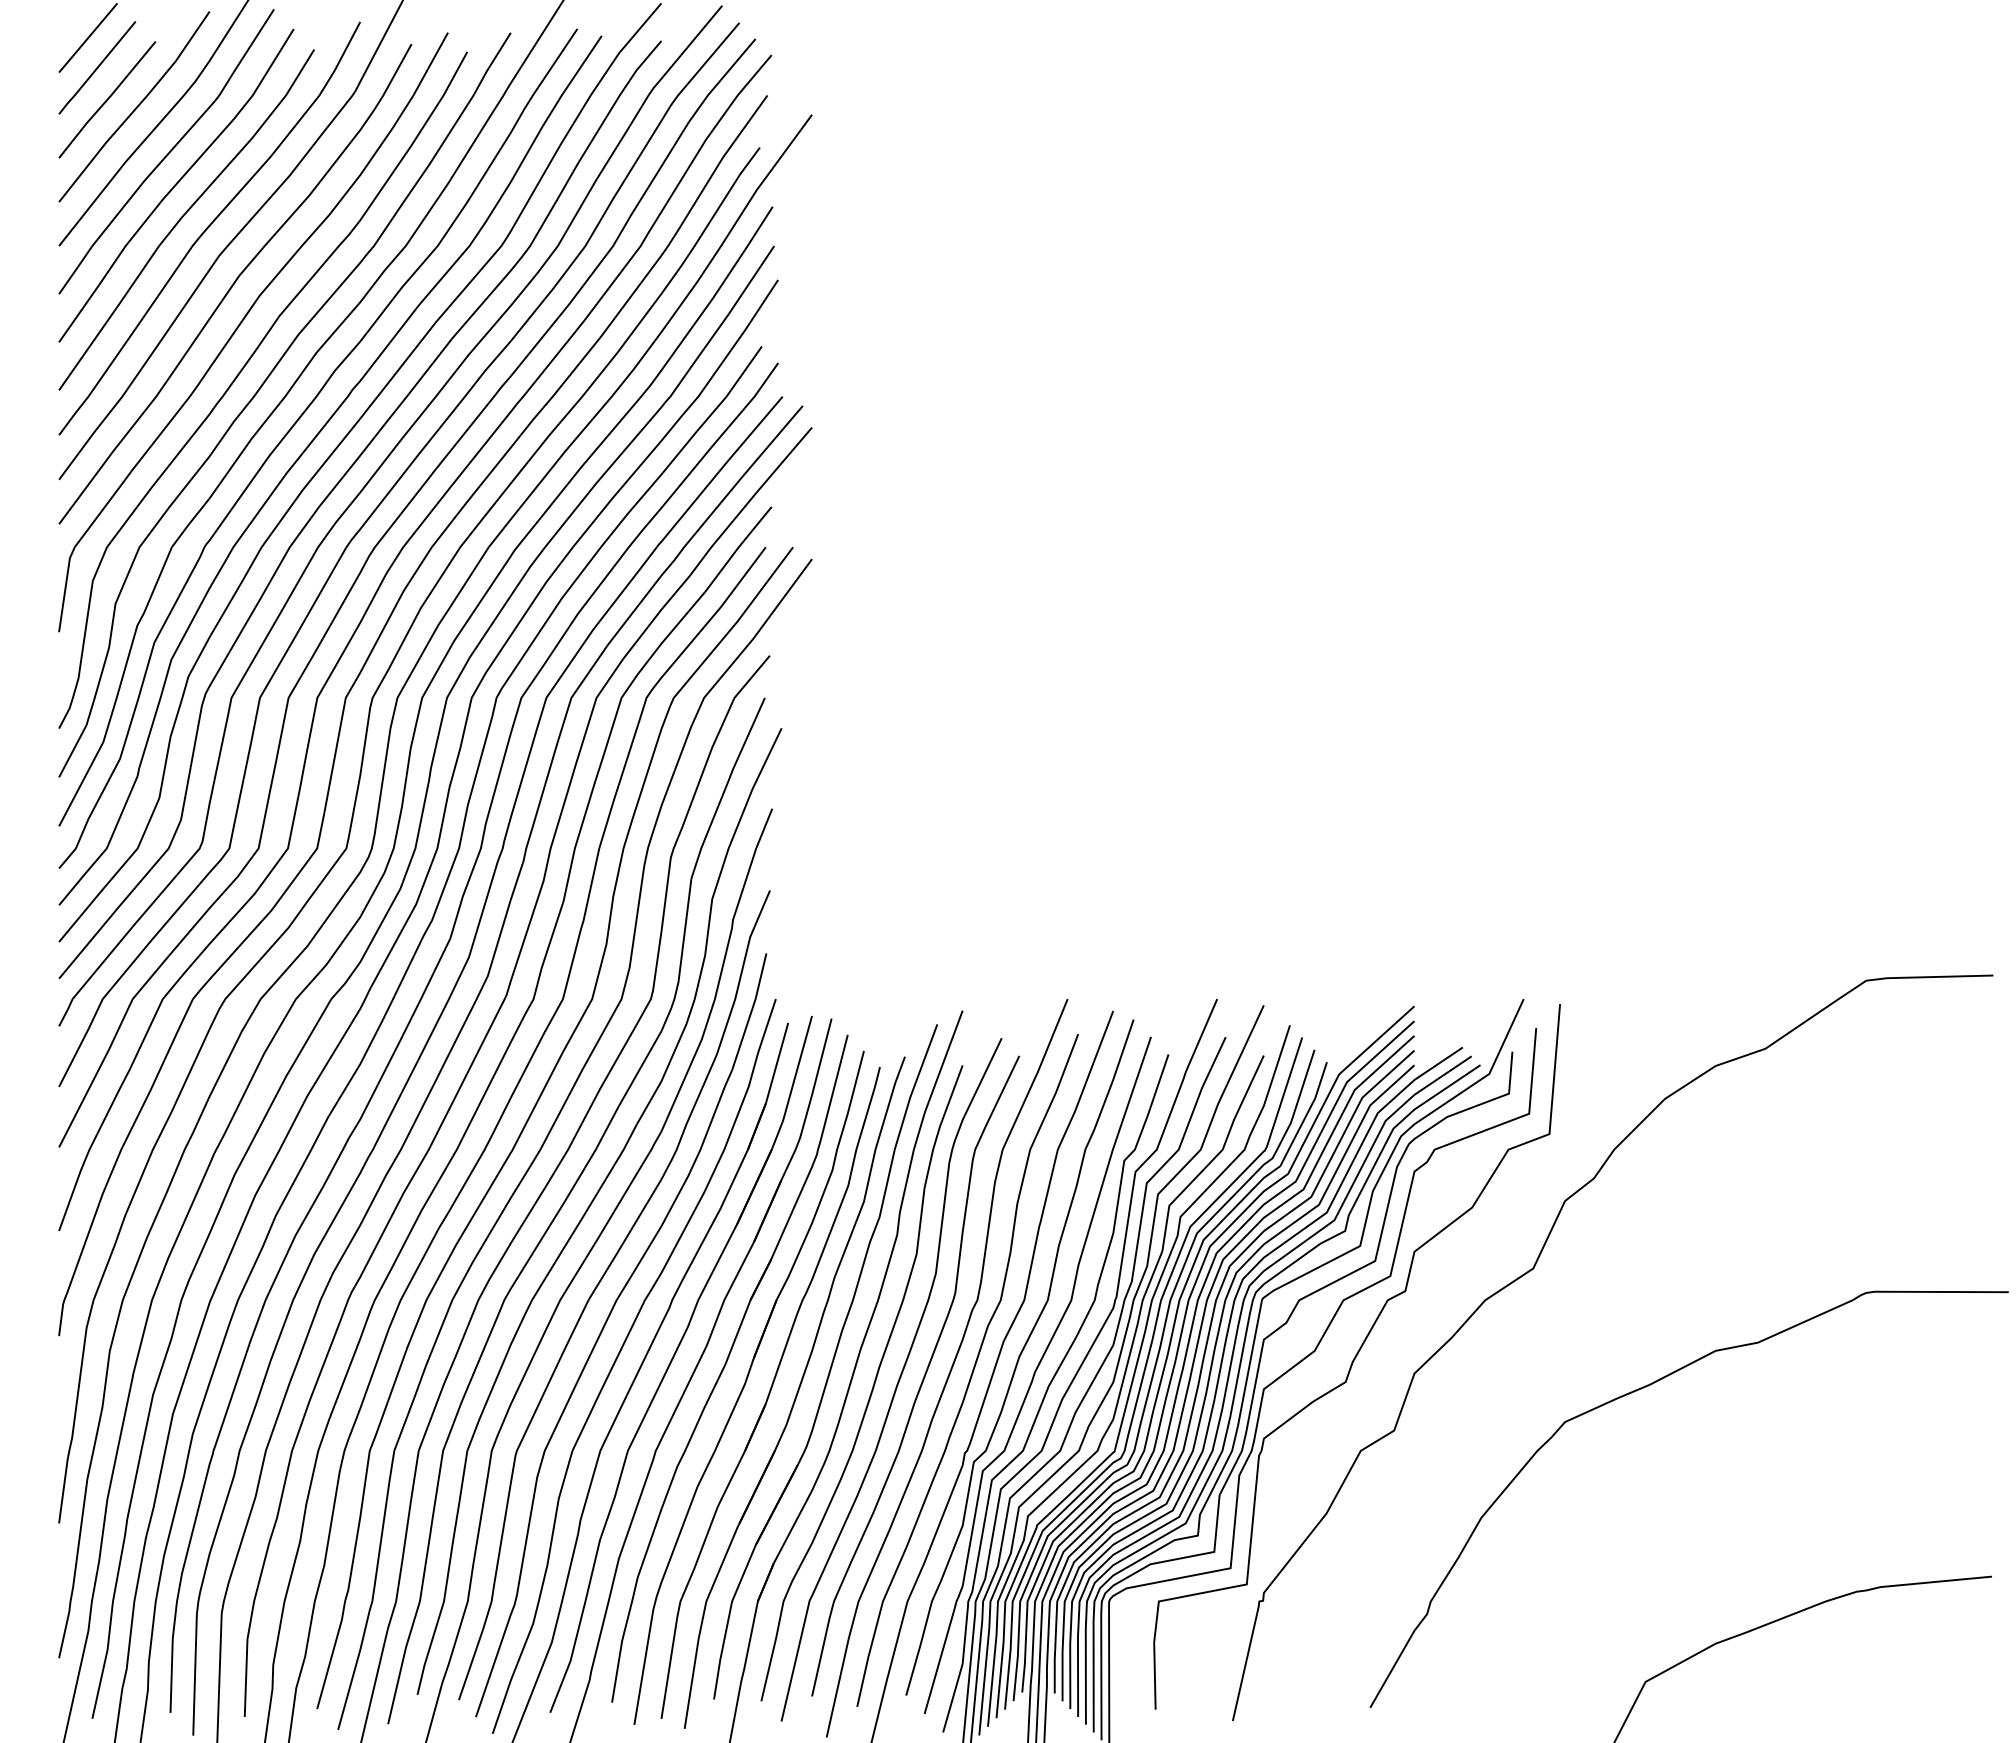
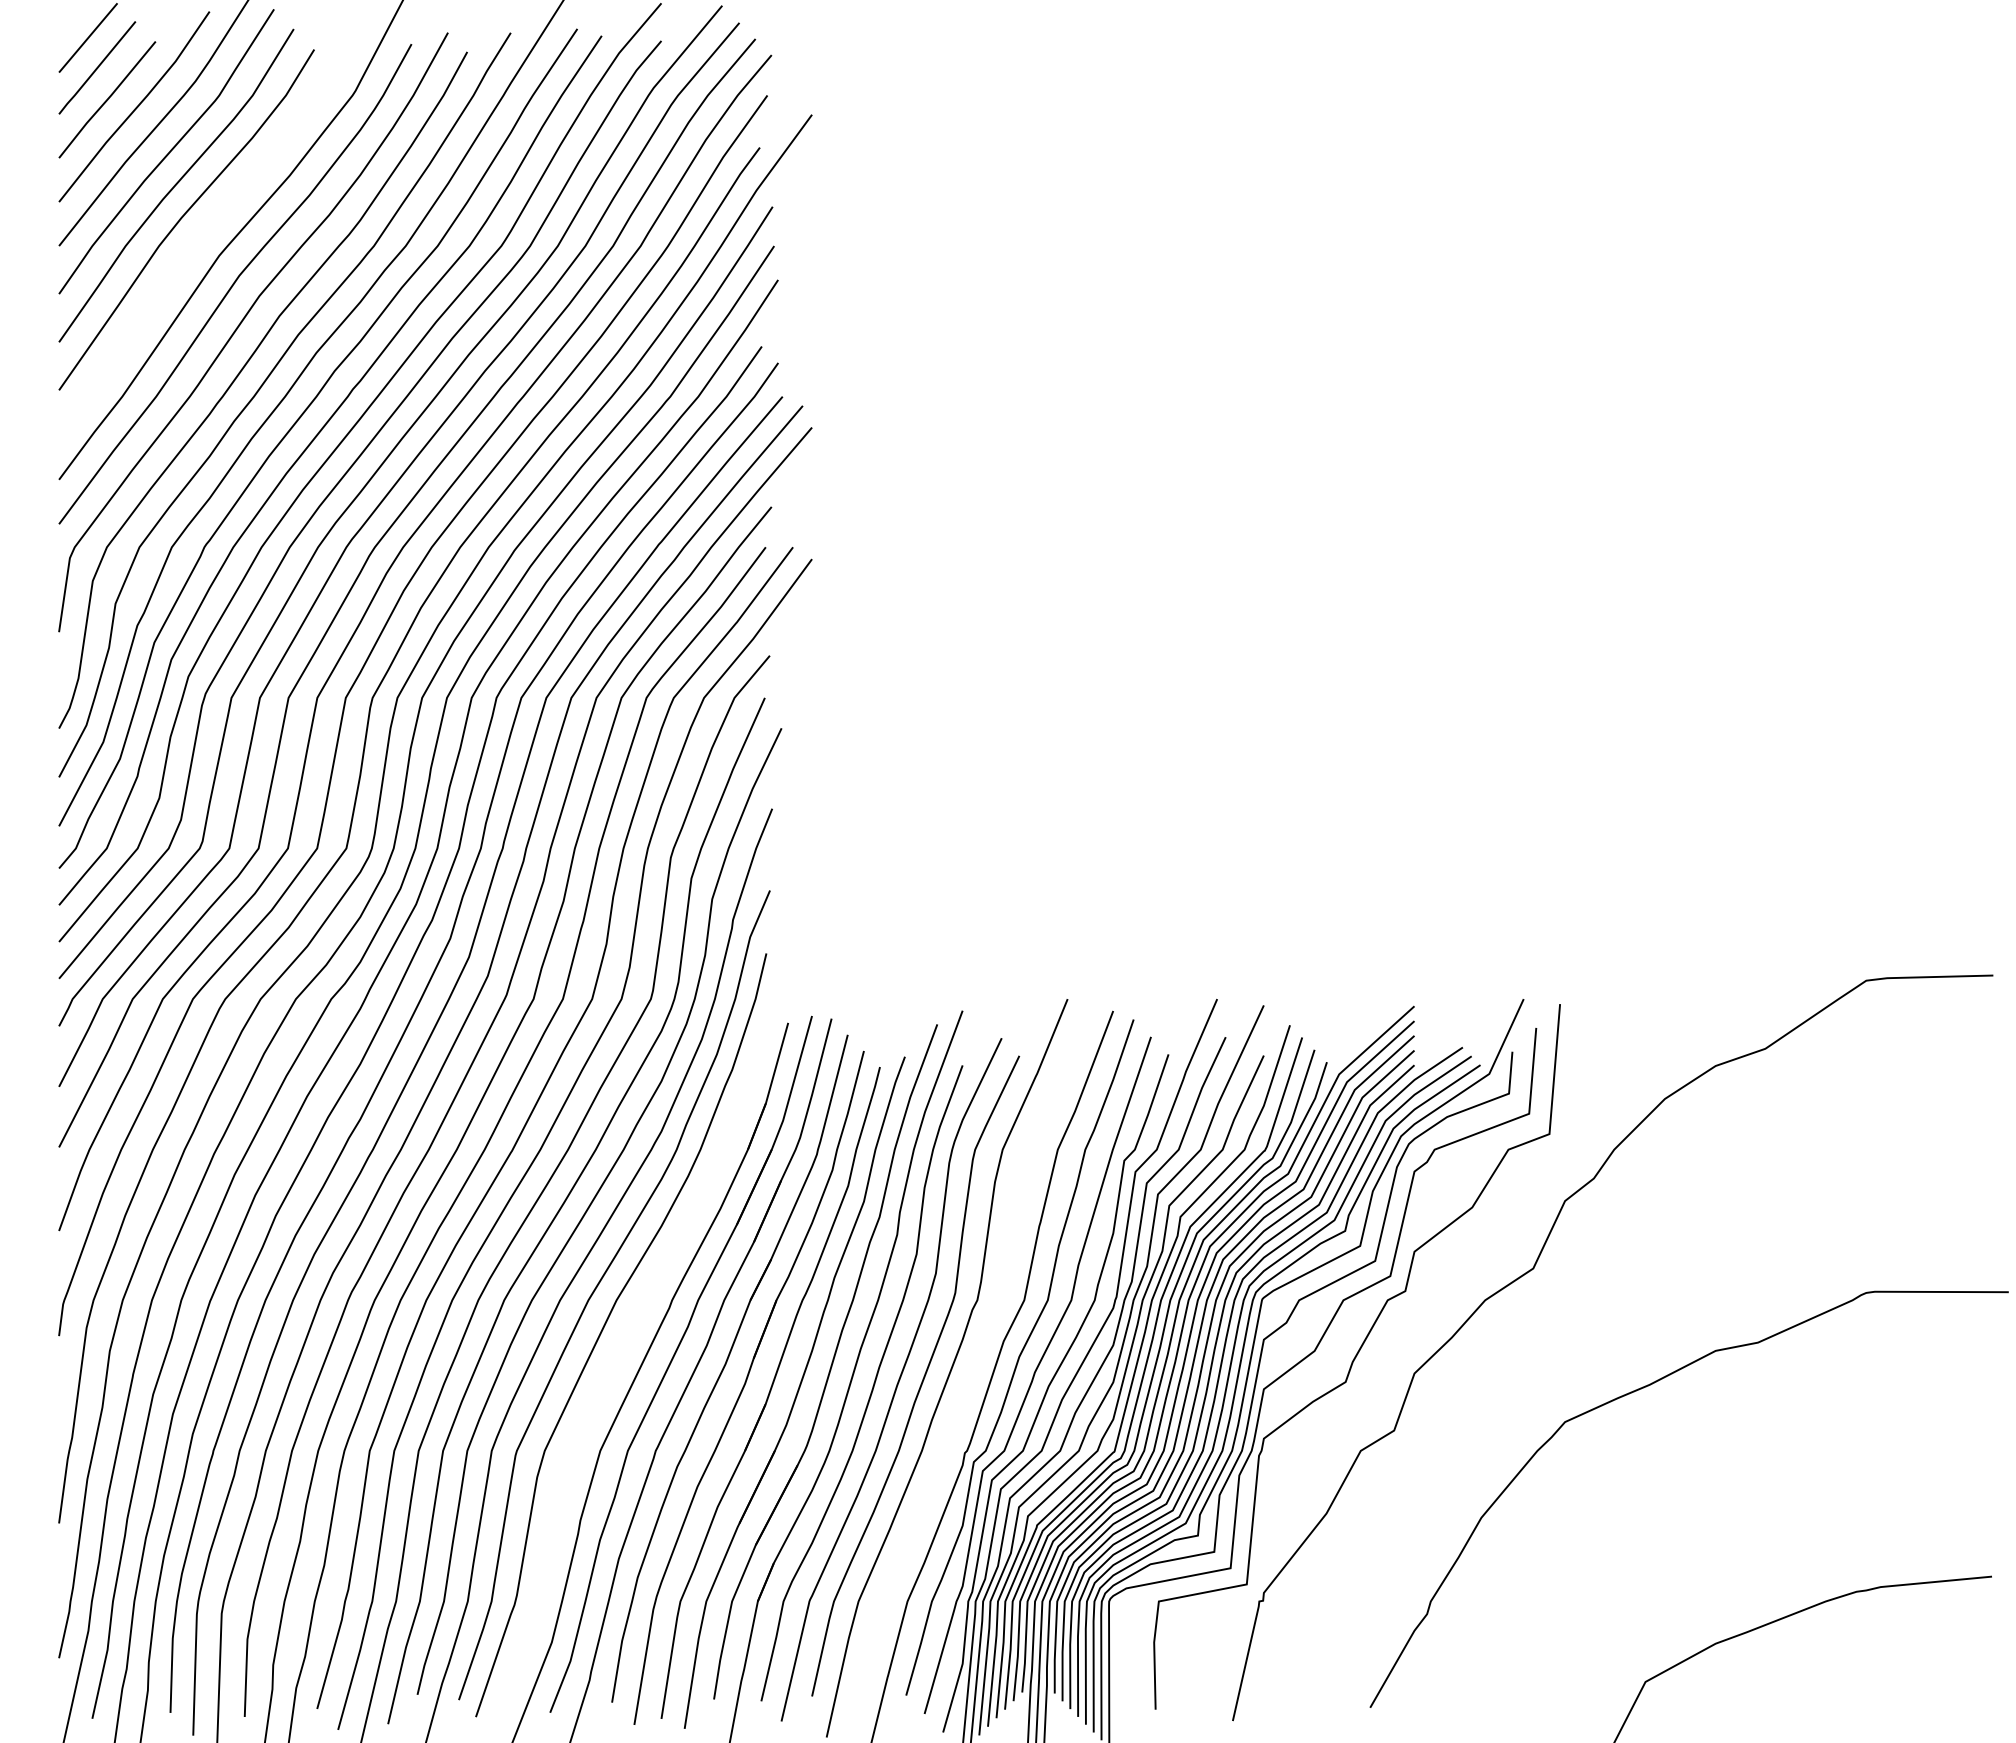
curve at (209, 227): present -> none
curve at (618, 1357): present -> none
curve at (971, 1372): present -> none
